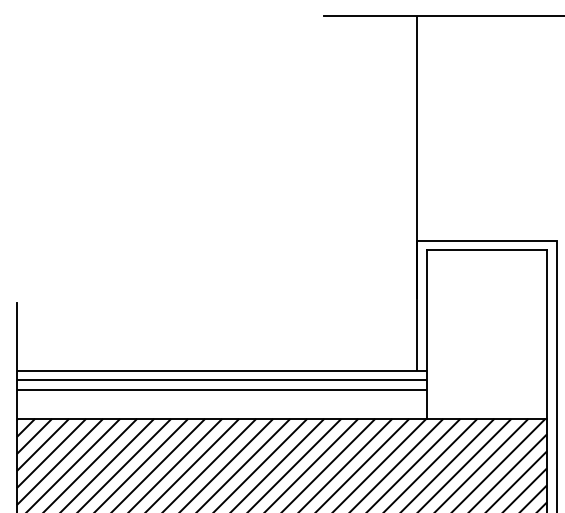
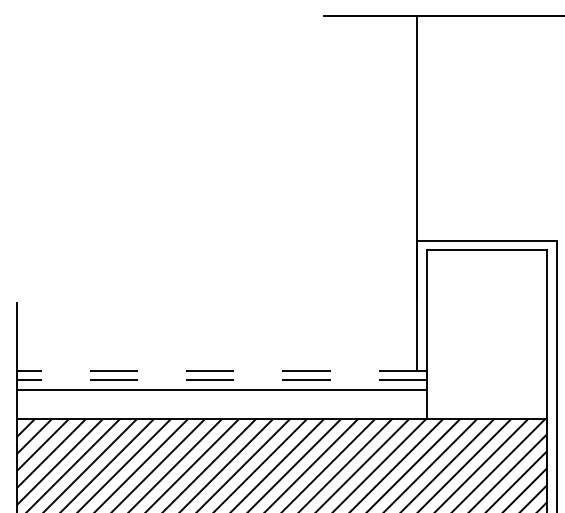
line at (221, 370): solid -> dashed
line at (221, 380): solid -> dashed
